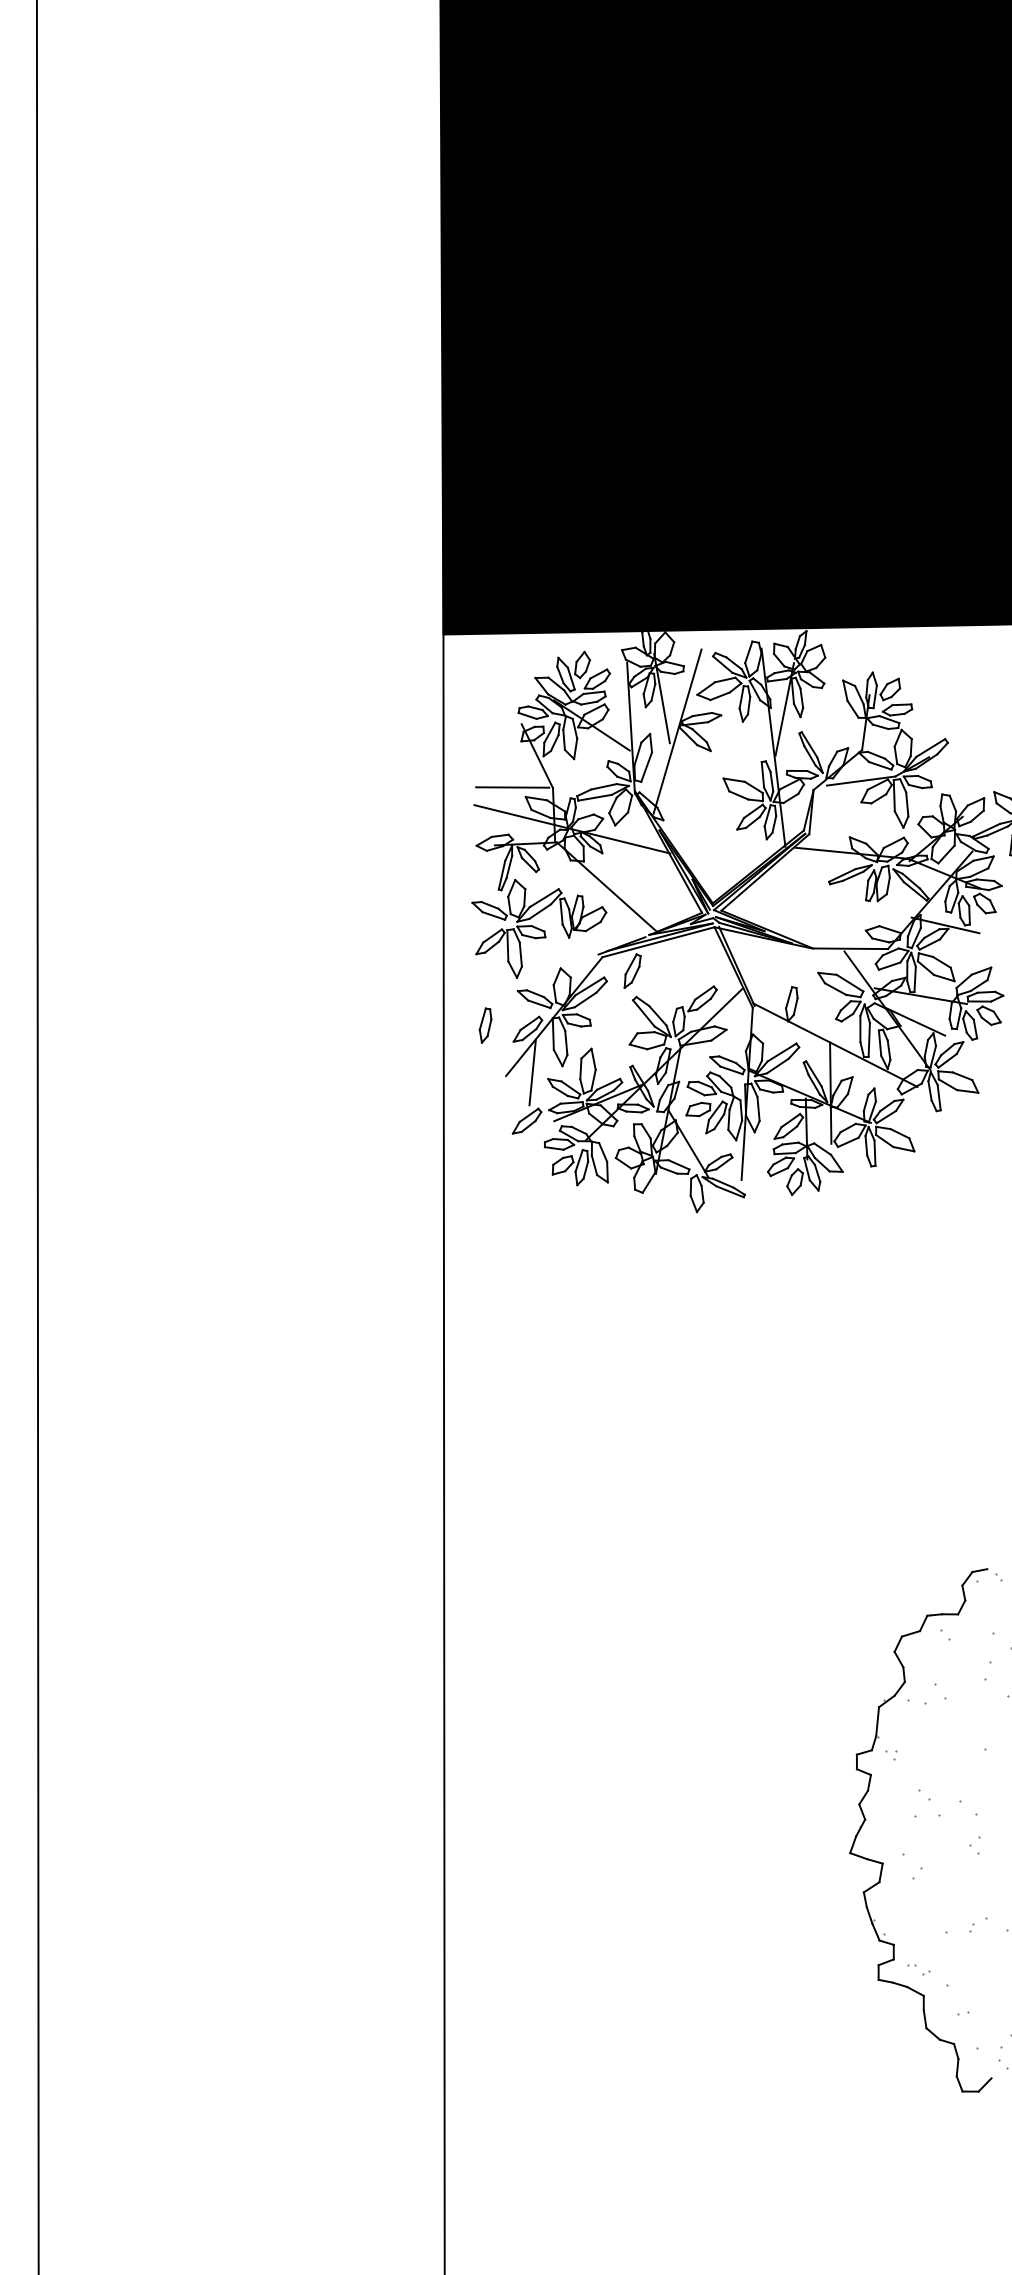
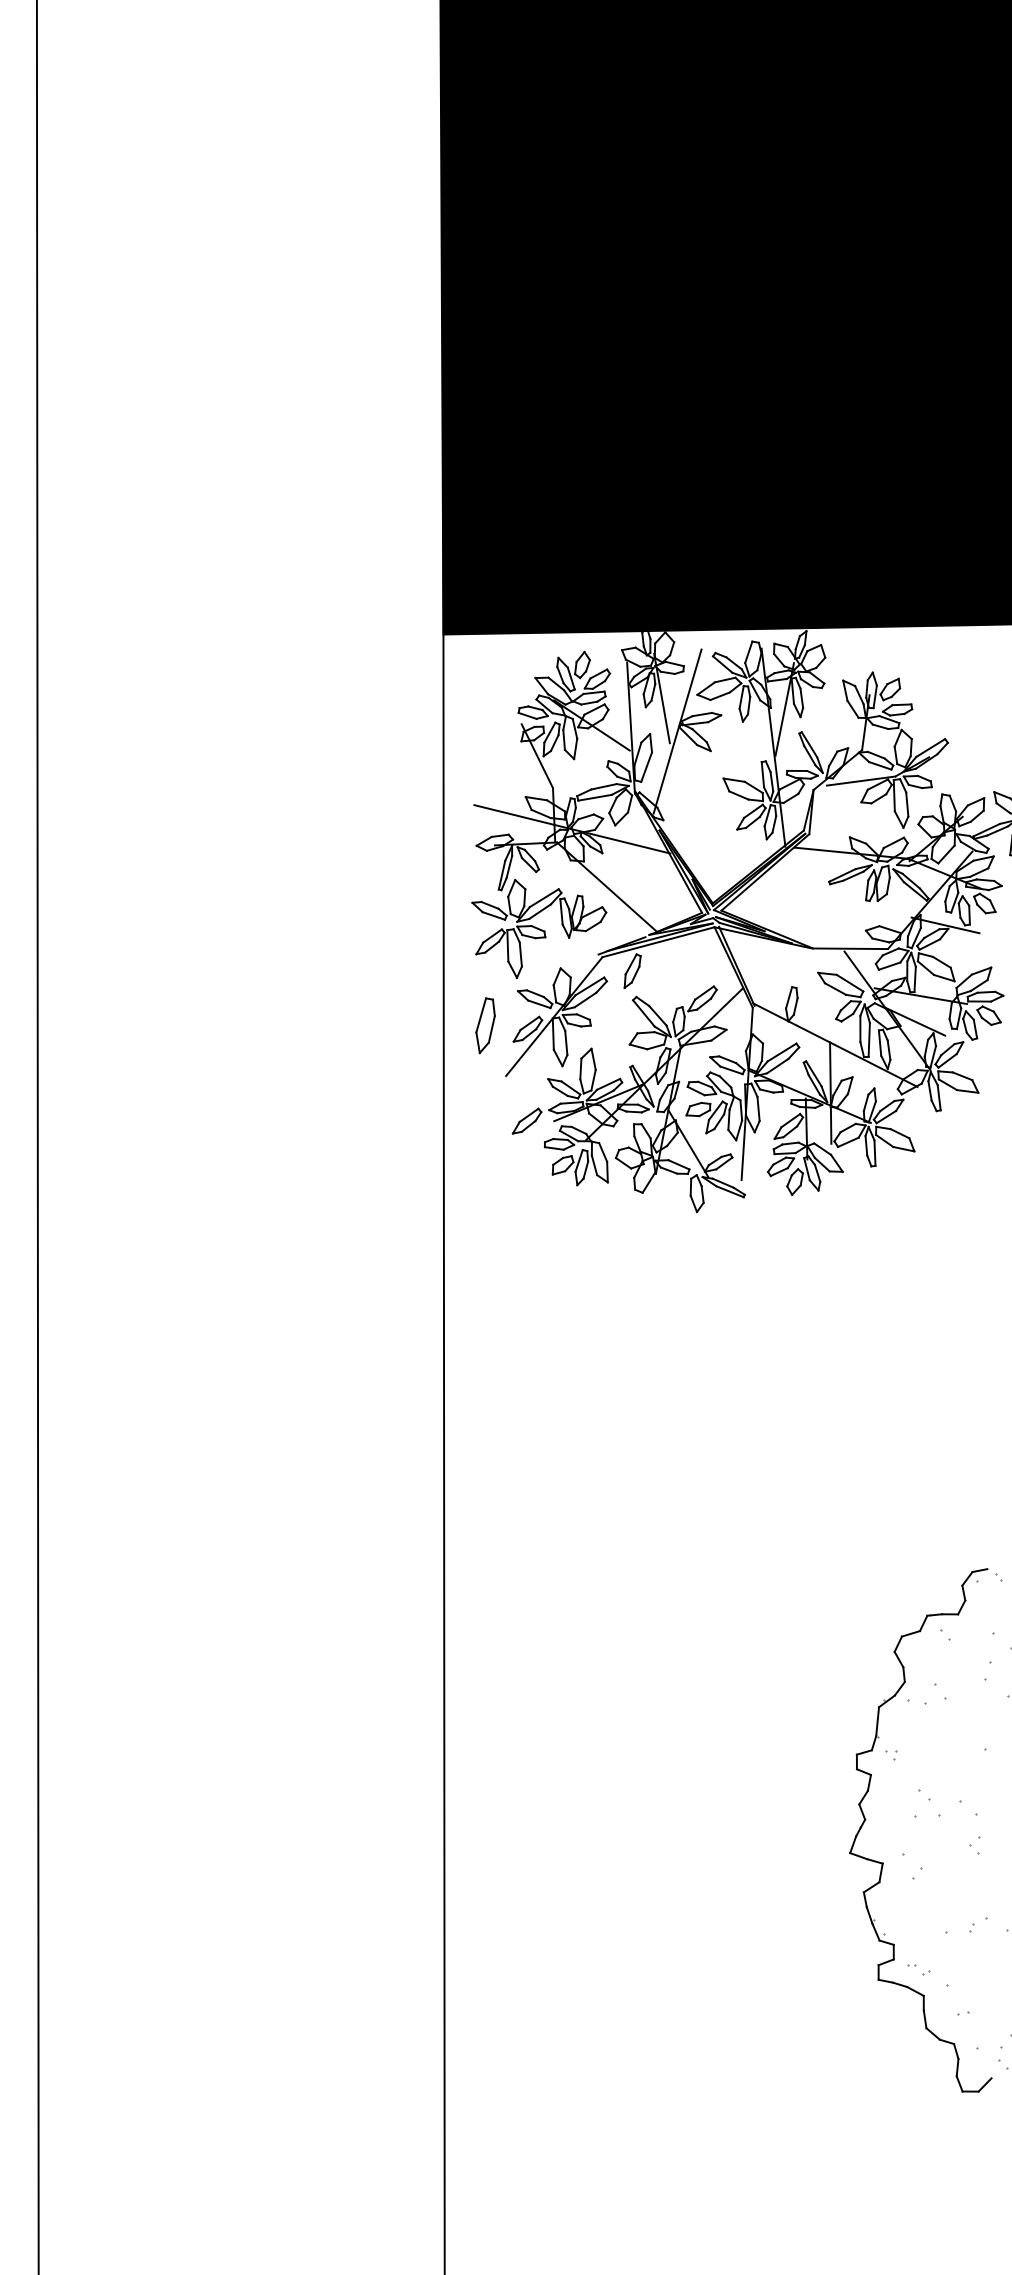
line at (512, 787): present -> none
part at (485, 1025) size: 15x37 px -> 21x58 px
line at (532, 1072): present -> none
